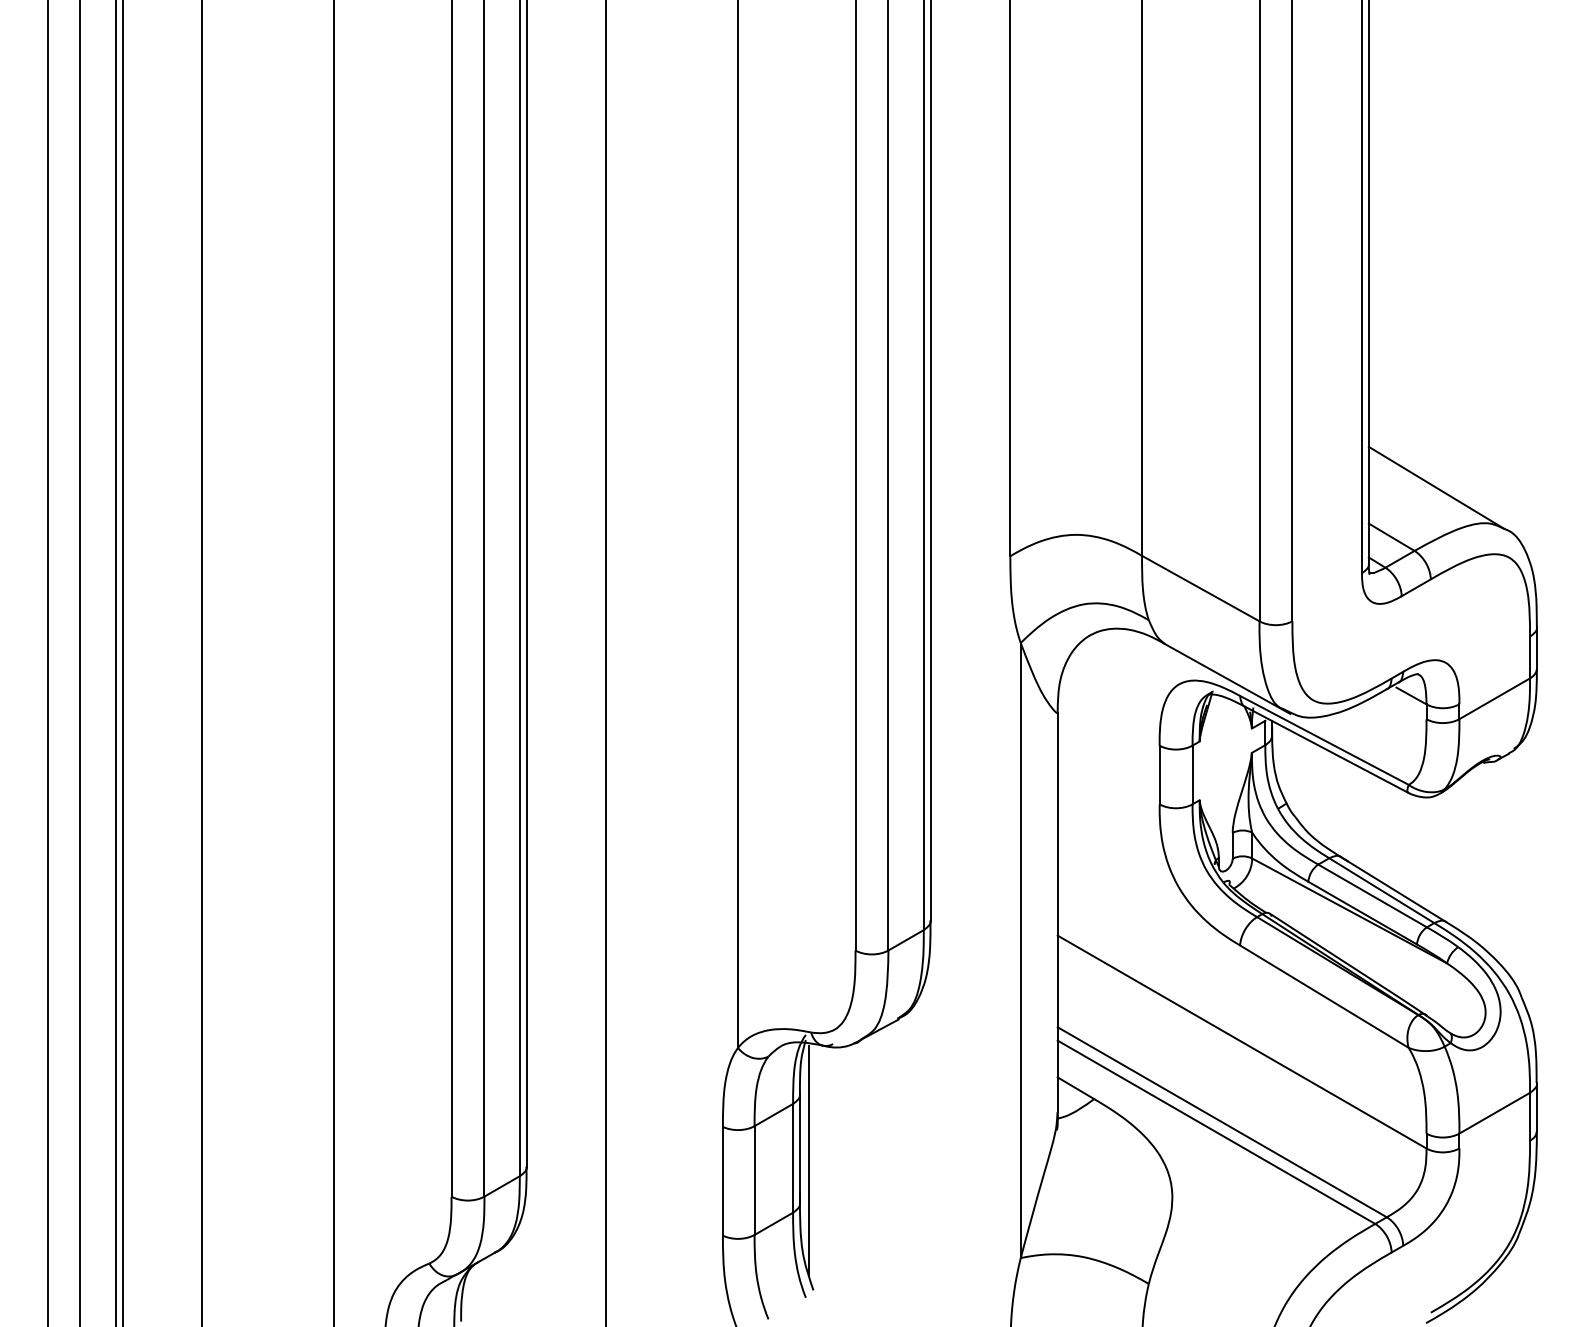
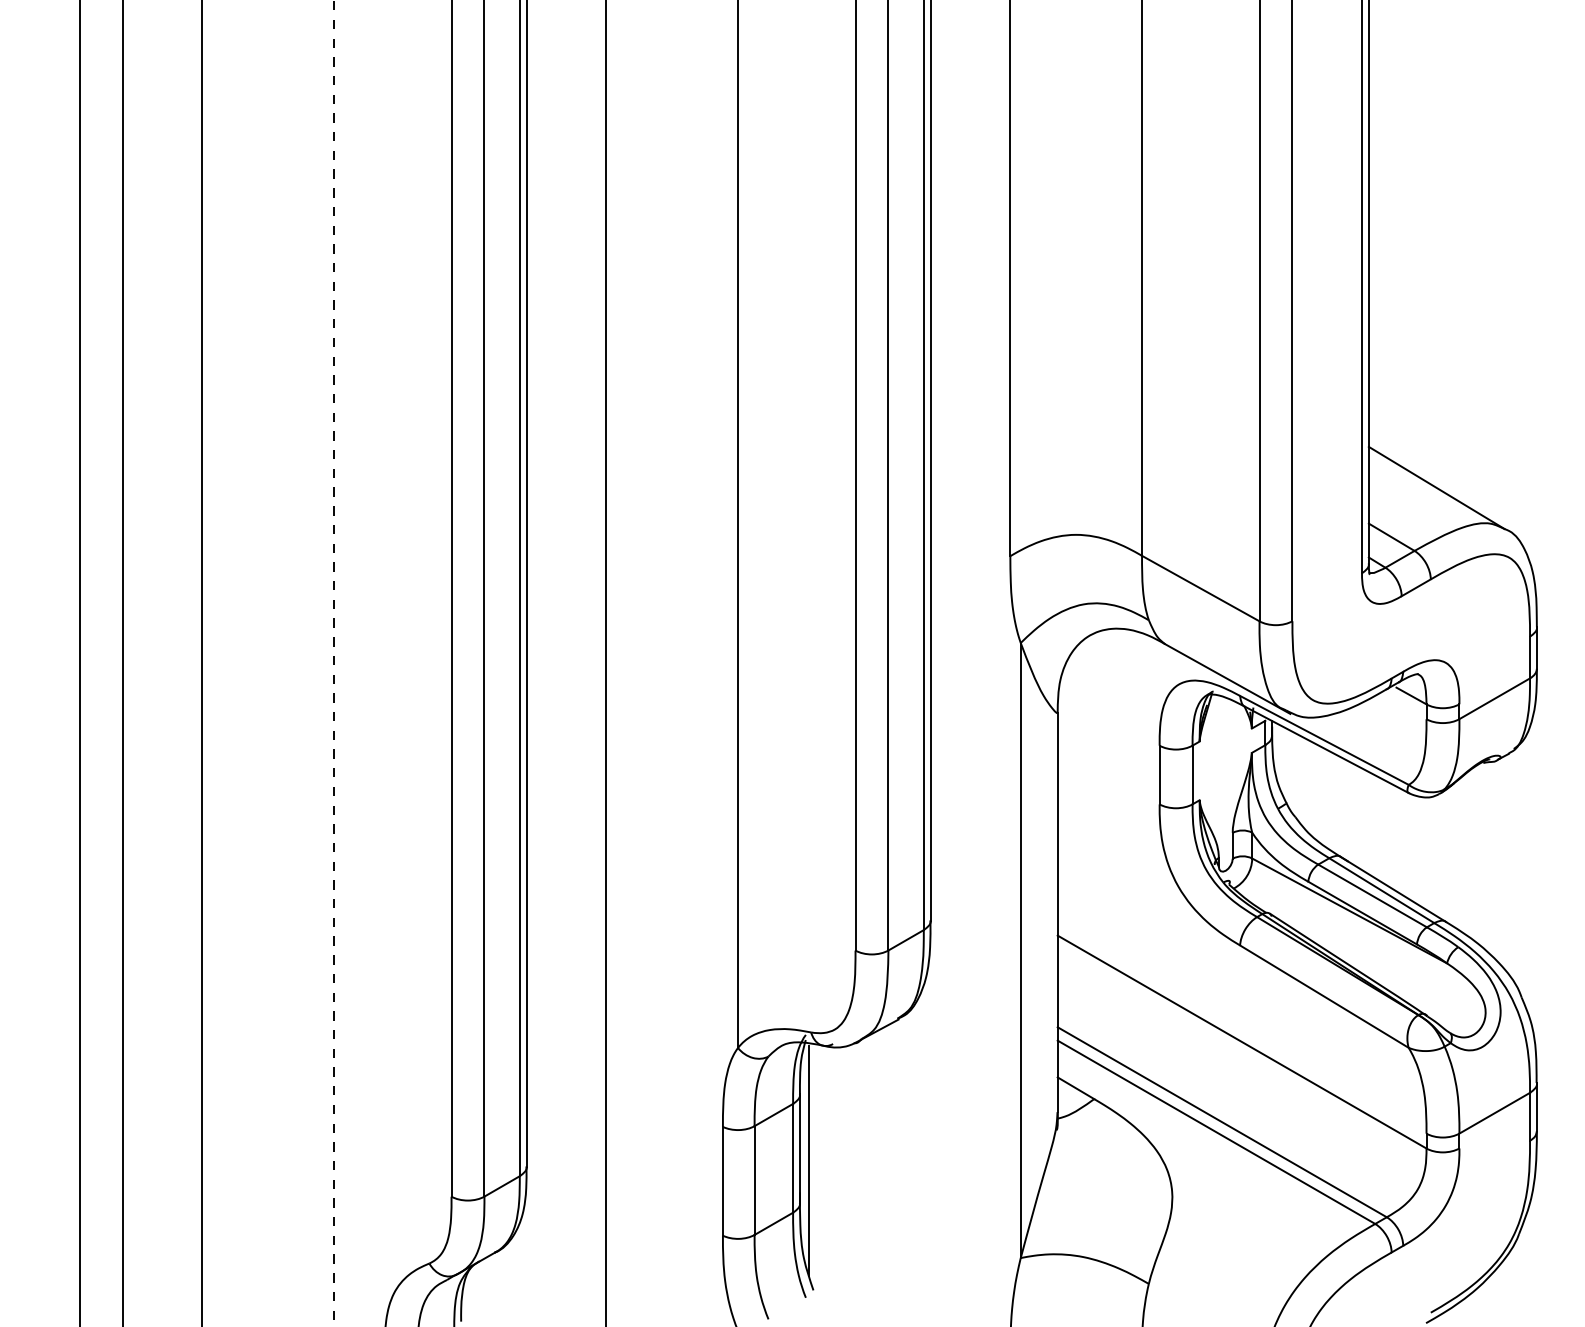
line at (47, 662): present -> none
line at (115, 662): present -> none
line at (334, 663): solid -> dashed
